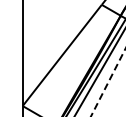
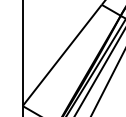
line at (108, 82): dashed -> solid
